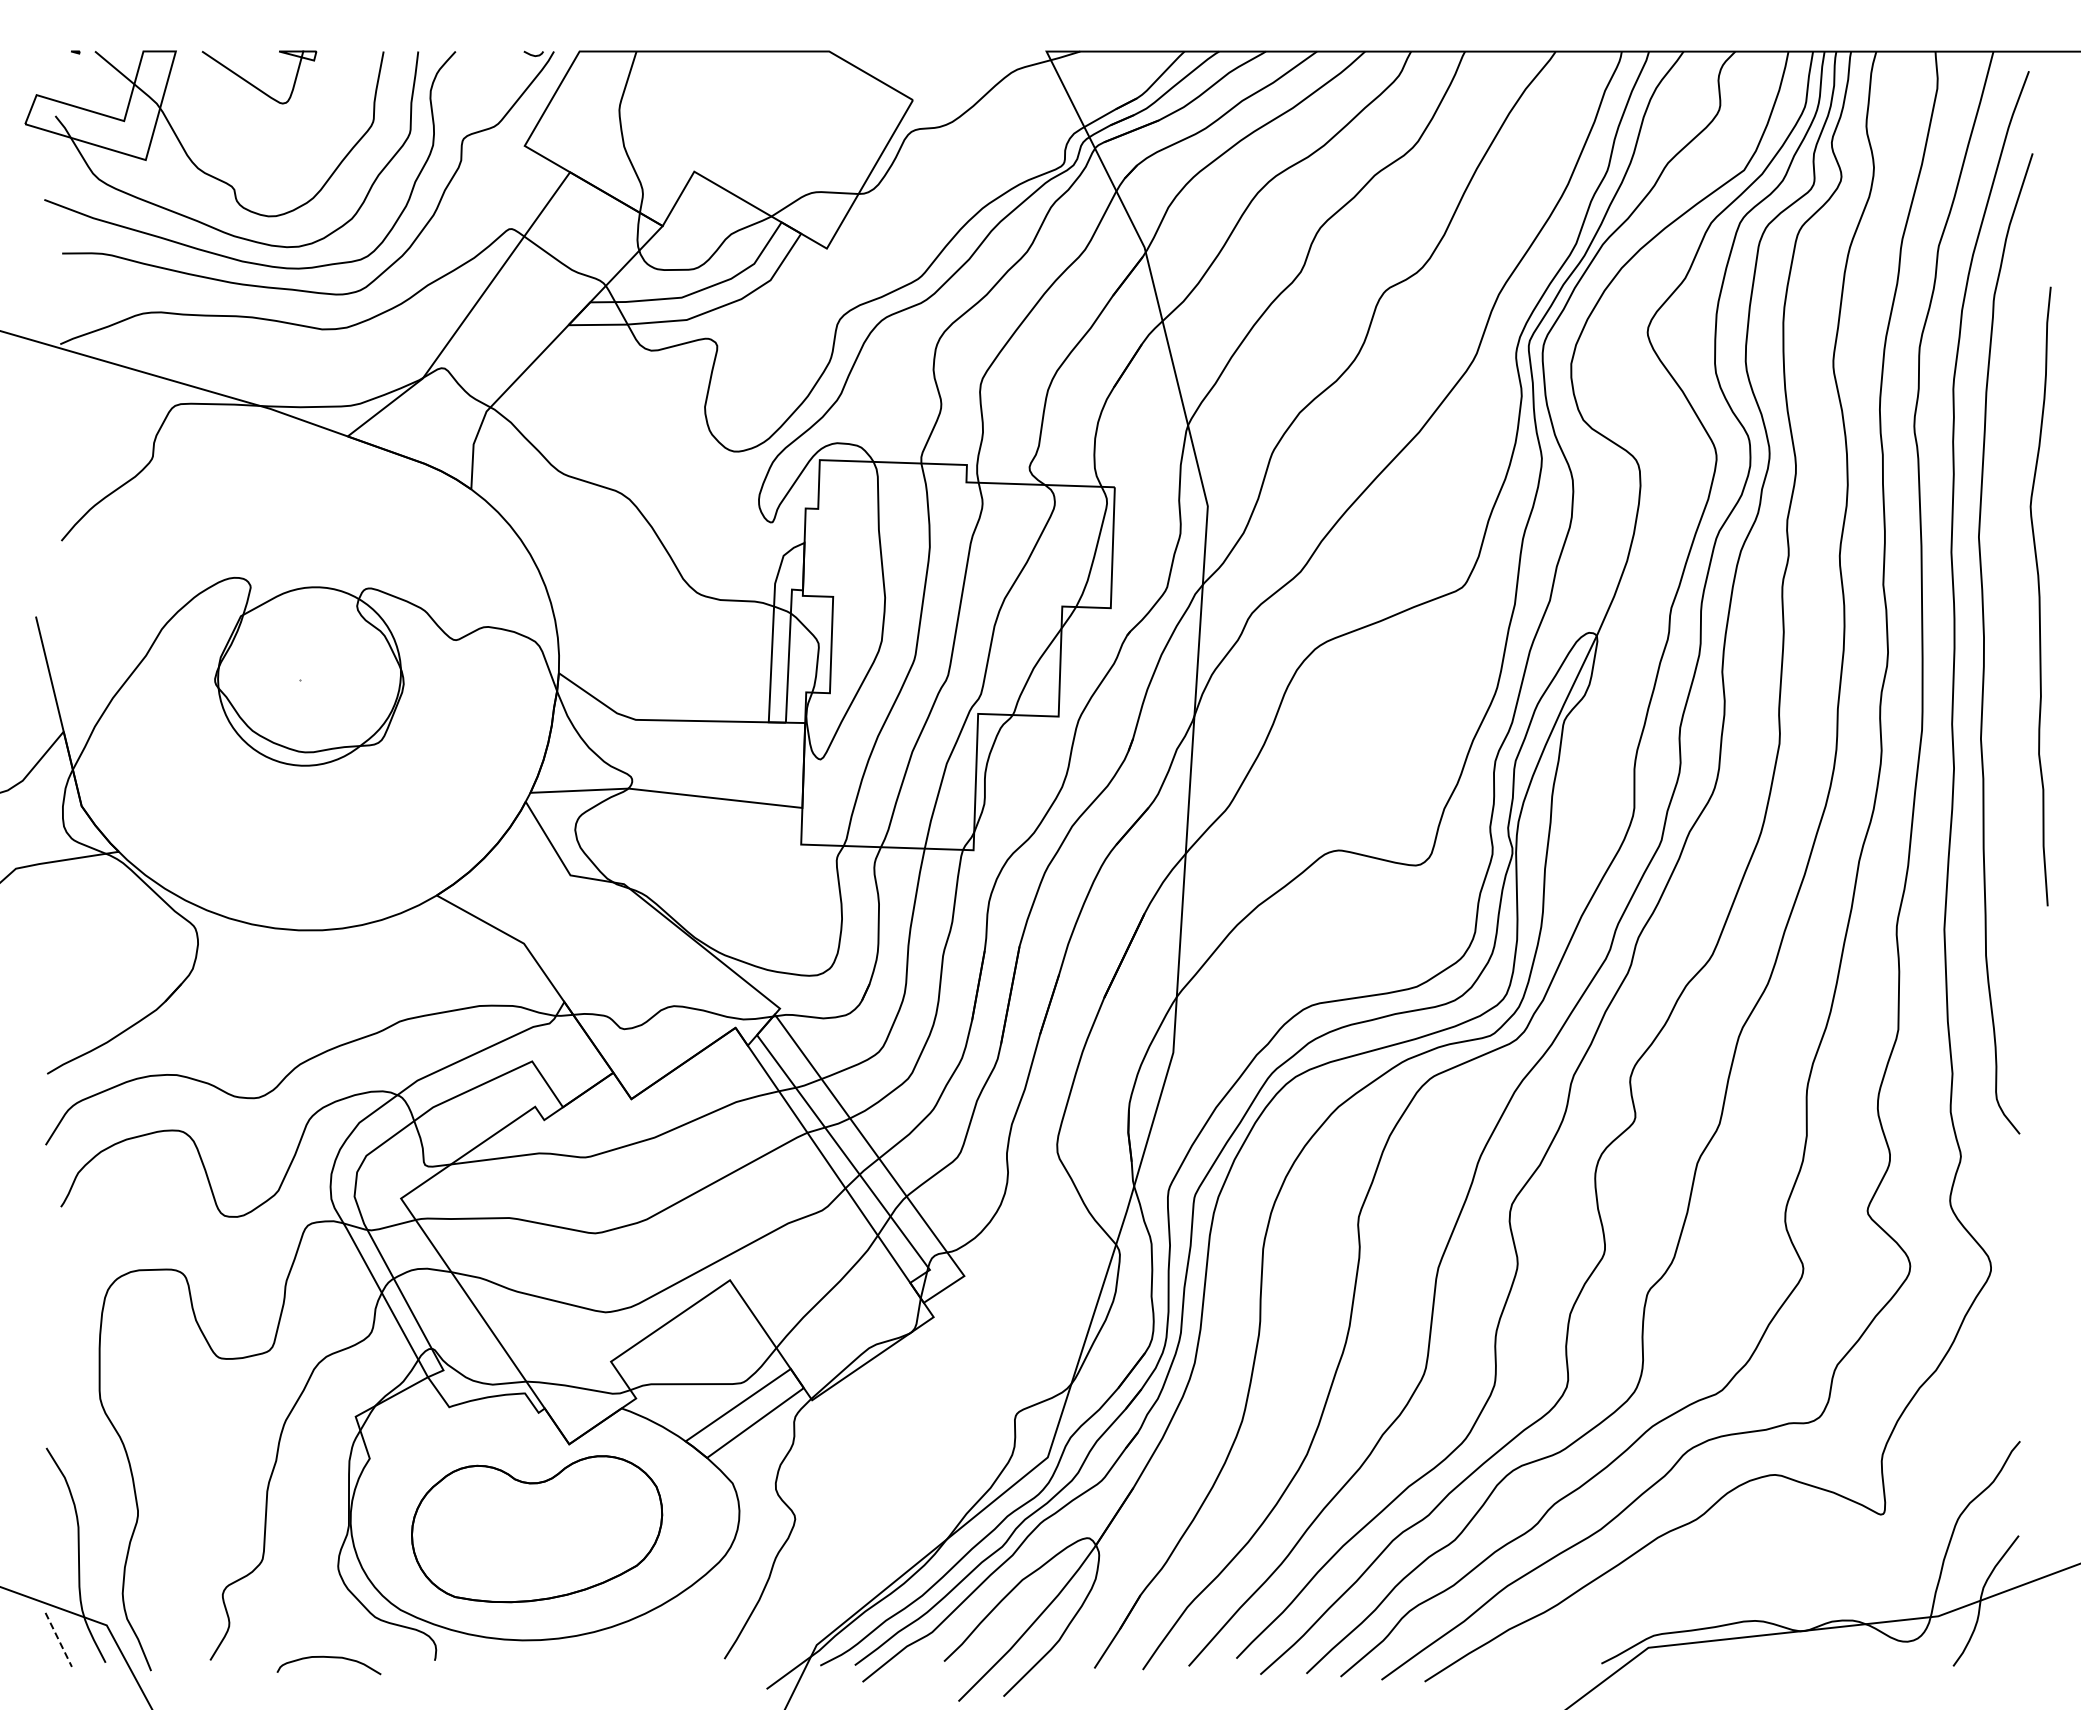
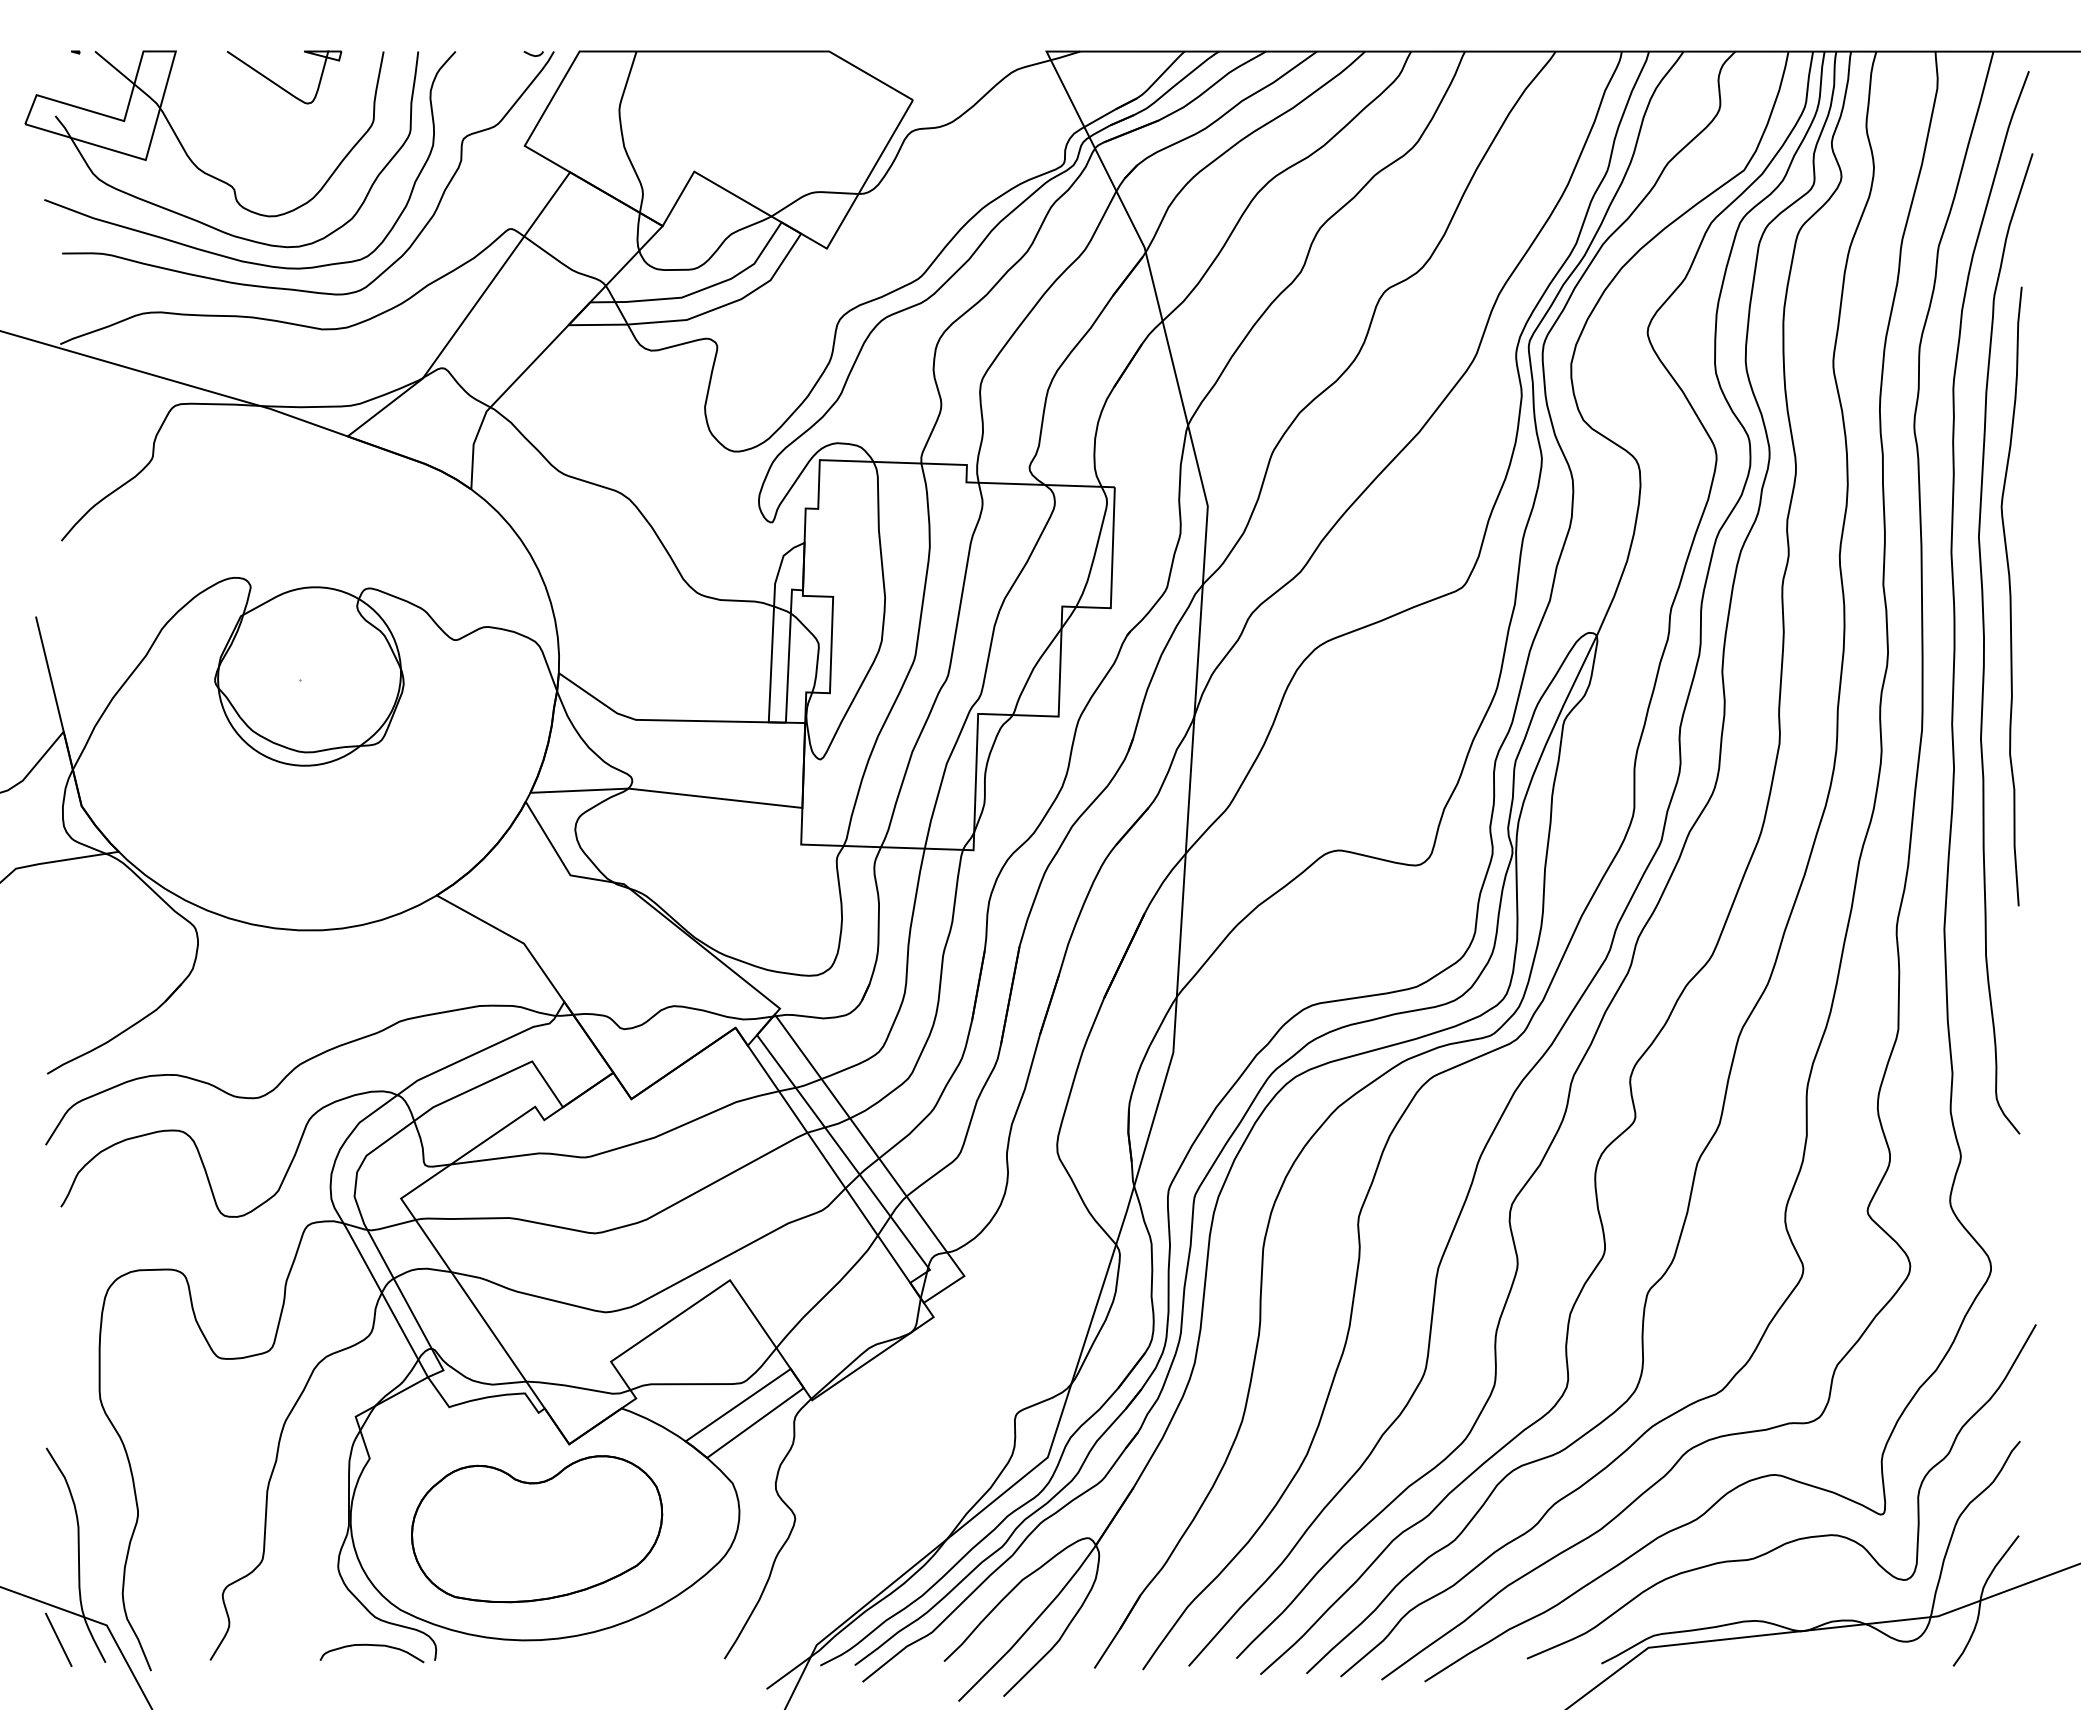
part at (253, 84) position: (253, 84) -> (278, 84)
curve at (2040, 596) position: (2040, 596) -> (2011, 596)
curve at (1797, 1538): none -> present
line at (58, 1640): dashed -> solid
curve at (331, 1658) position: (331, 1658) -> (374, 1646)
